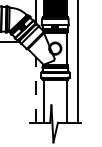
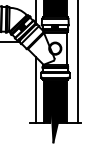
line at (35, 89): dashed -> solid
fill at (54, 111): none -> present
